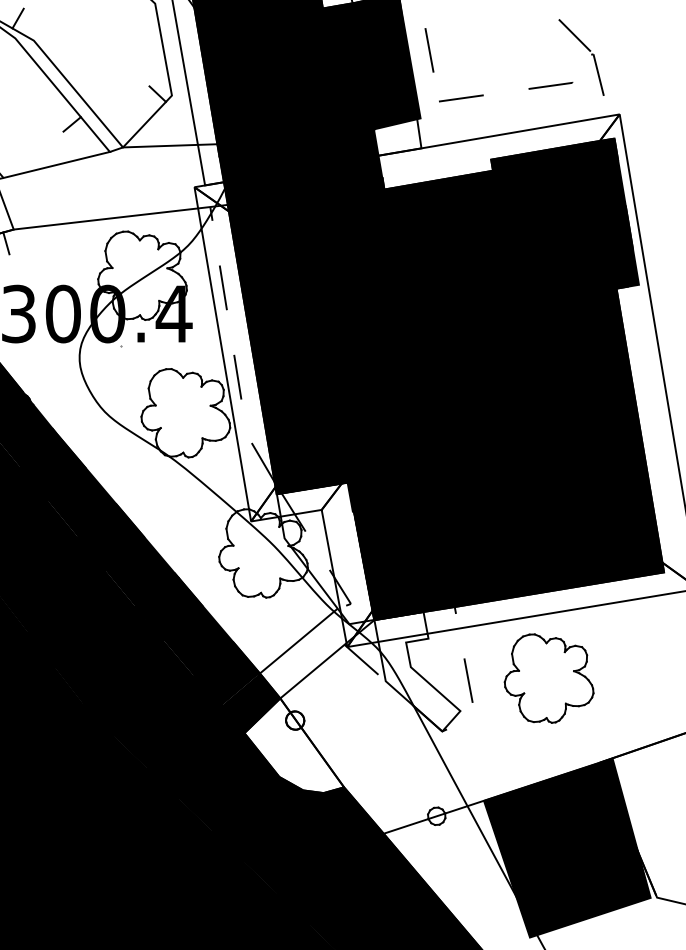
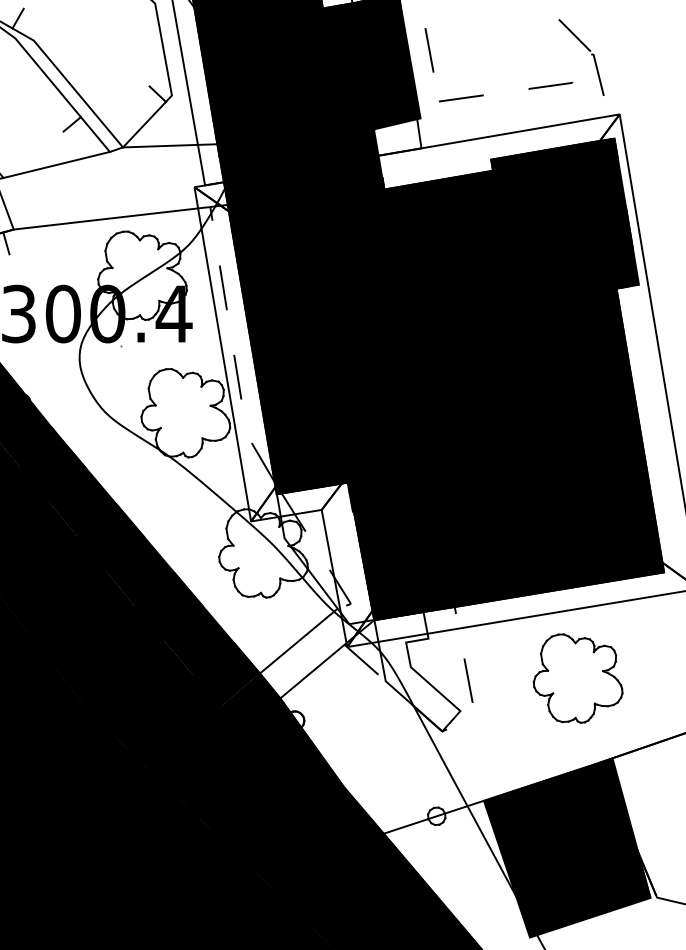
part at (548, 678) position: (548, 678) -> (577, 678)
fill at (294, 745): none -> present
